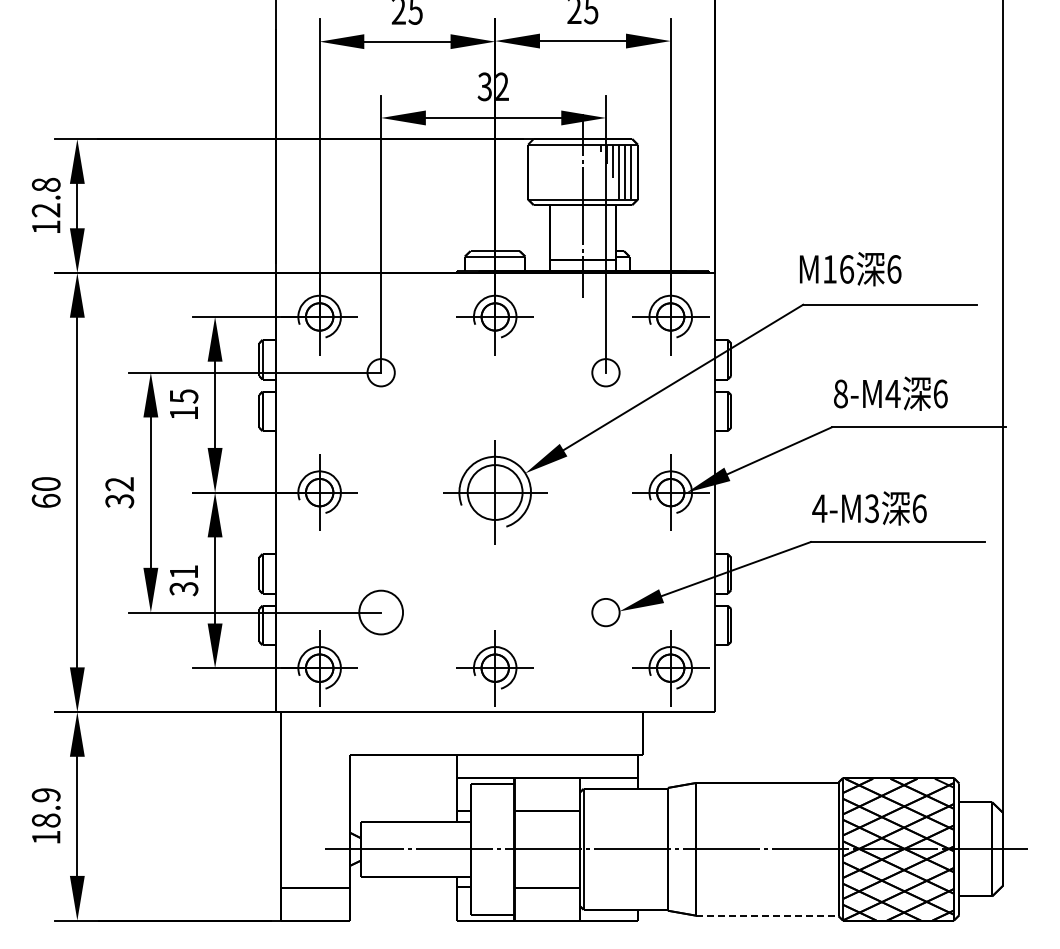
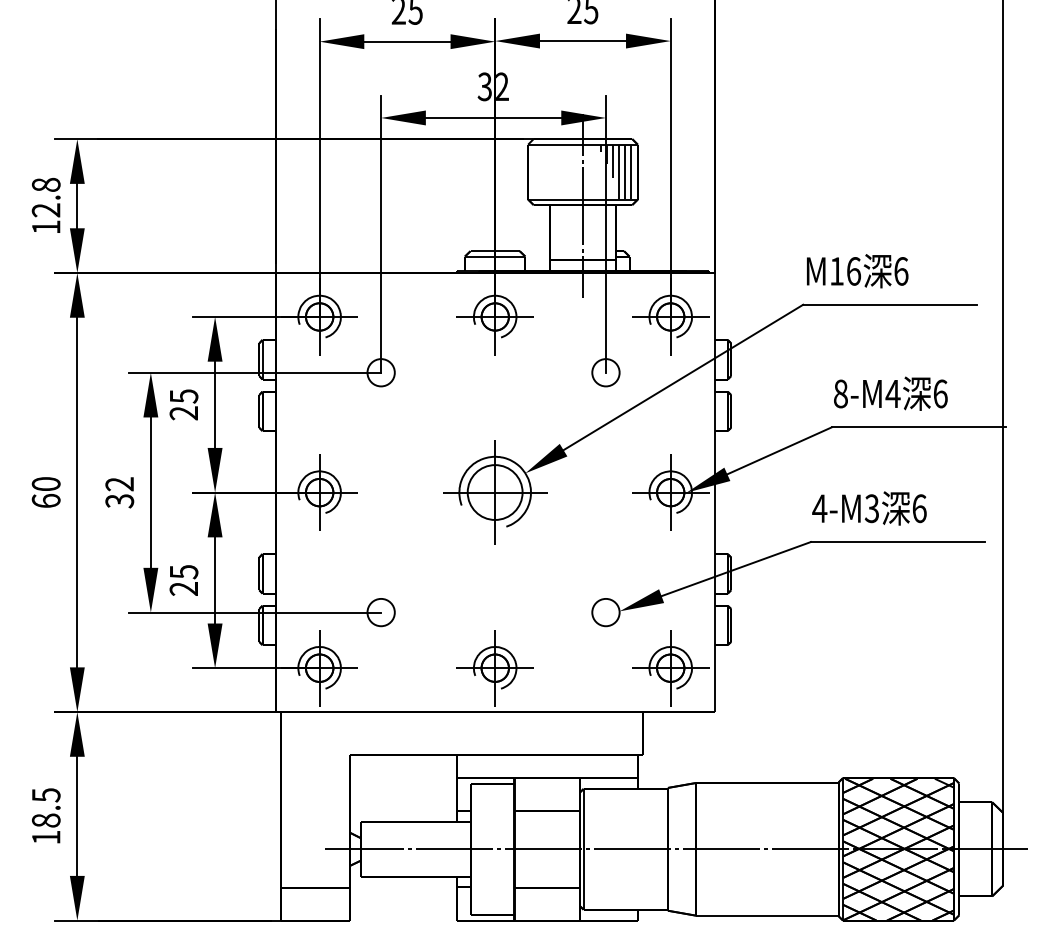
text at (850, 269) position: (850, 269) -> (857, 271)
text at (183, 413): 15 -> 25
text at (184, 580): 31 -> 25
circle at (381, 612) diameter: 44 px -> 27 px
text at (45, 795): 18.9 -> 18.5
line at (767, 915): dashed -> solid
